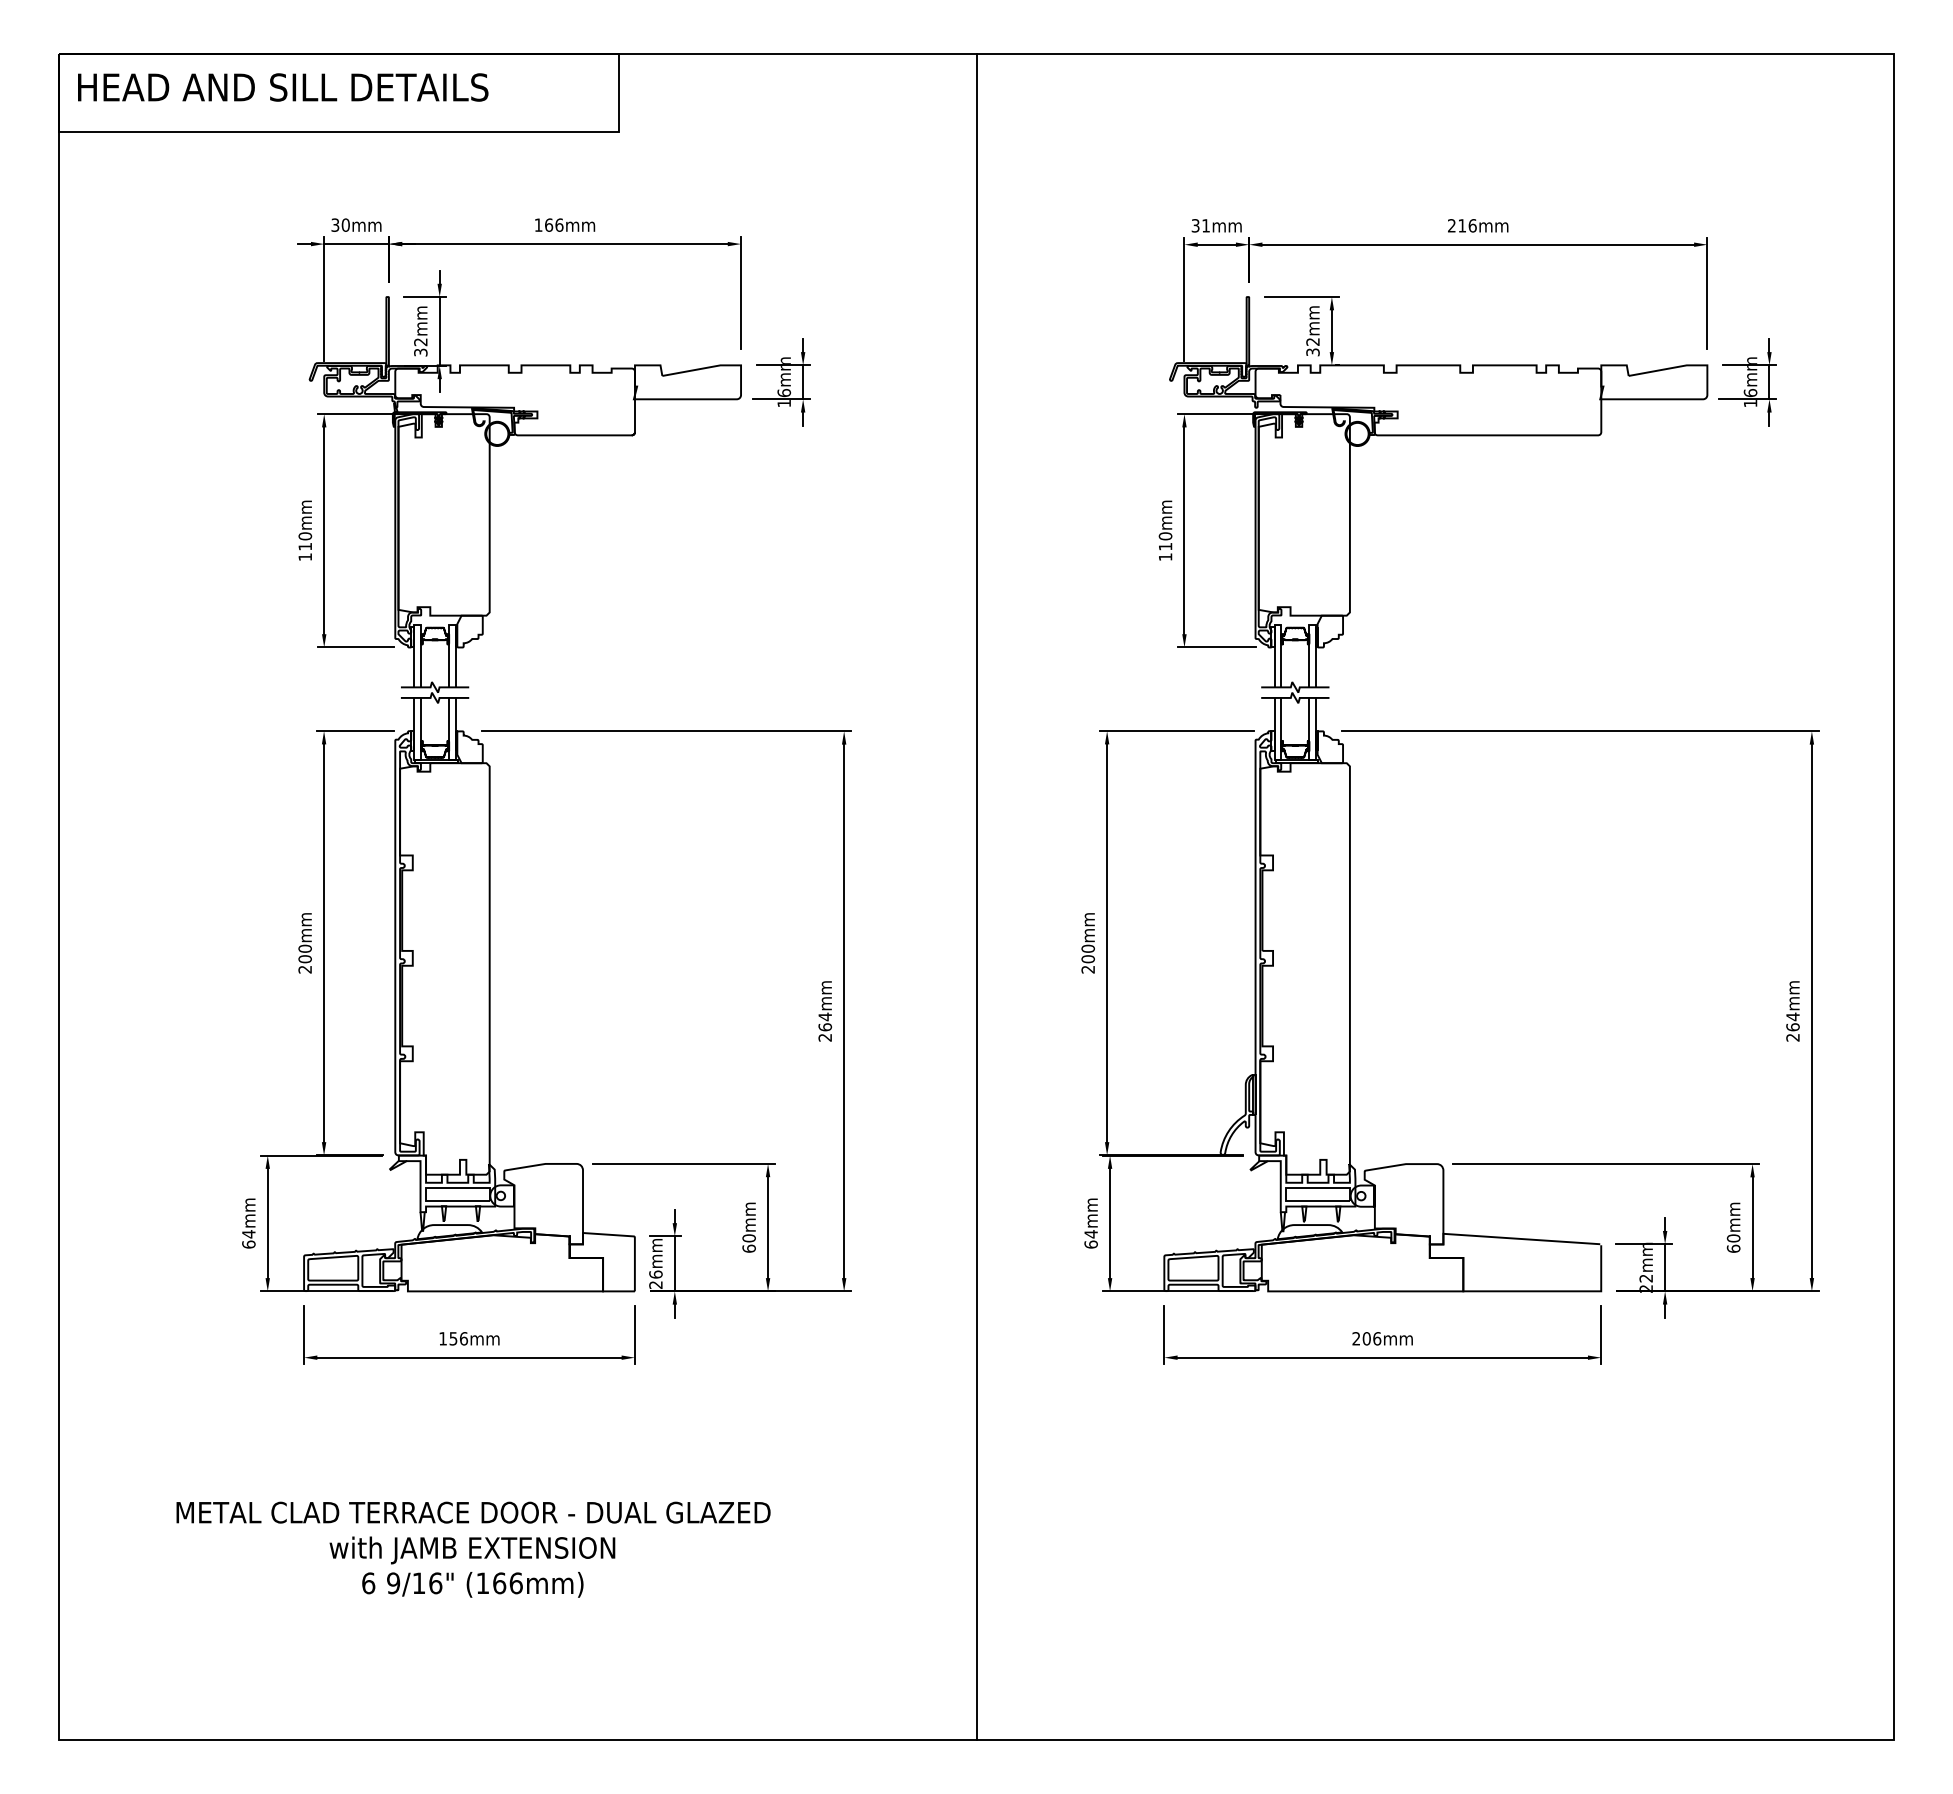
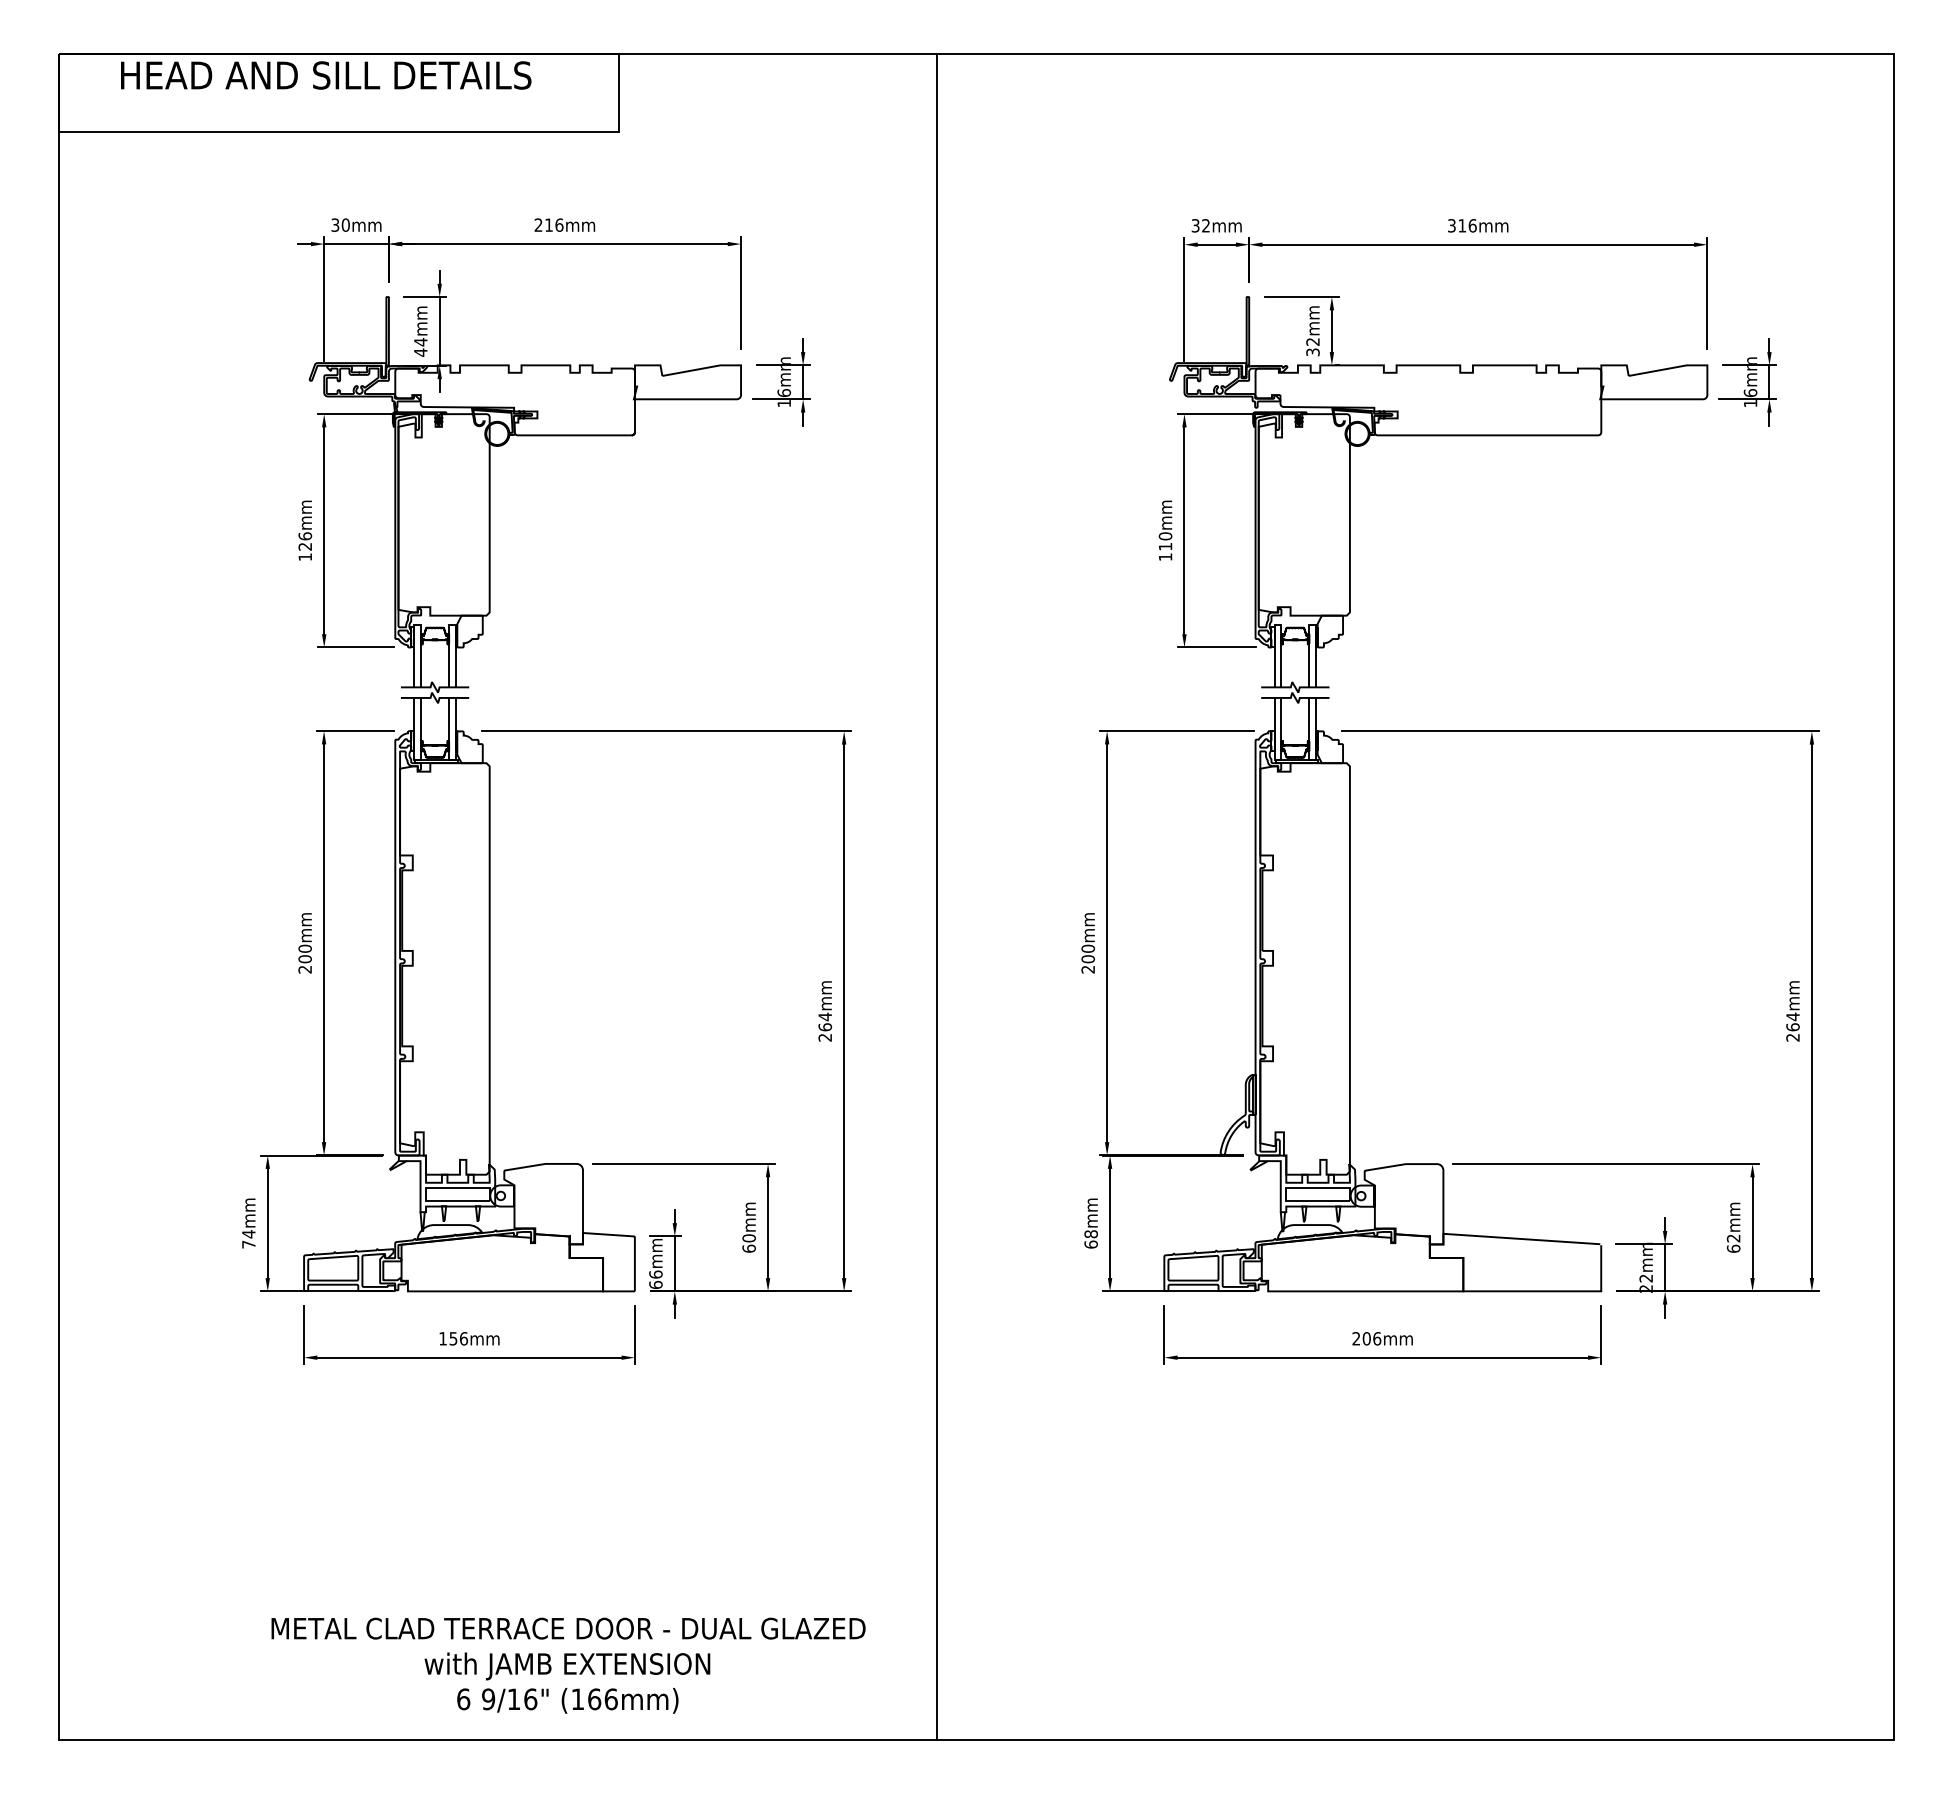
text at (283, 87) position: (283, 87) -> (326, 75)
text at (543, 224): 166mm -> 216mm
text at (1205, 225): 31mm -> 32mm
text at (1451, 225): 216mm -> 316mm
text at (420, 347): 32mm -> 44mm
text at (304, 541): 110mm -> 126mm
line at (976, 896) position: (976, 896) -> (936, 896)
text at (1090, 1234): 64mm -> 68mm
text at (1733, 1238): 60mm -> 62mm
text at (248, 1244): 64mm -> 74mm
text at (655, 1284): 26mm -> 66mm
text at (473, 1549) position: (473, 1549) -> (568, 1665)
